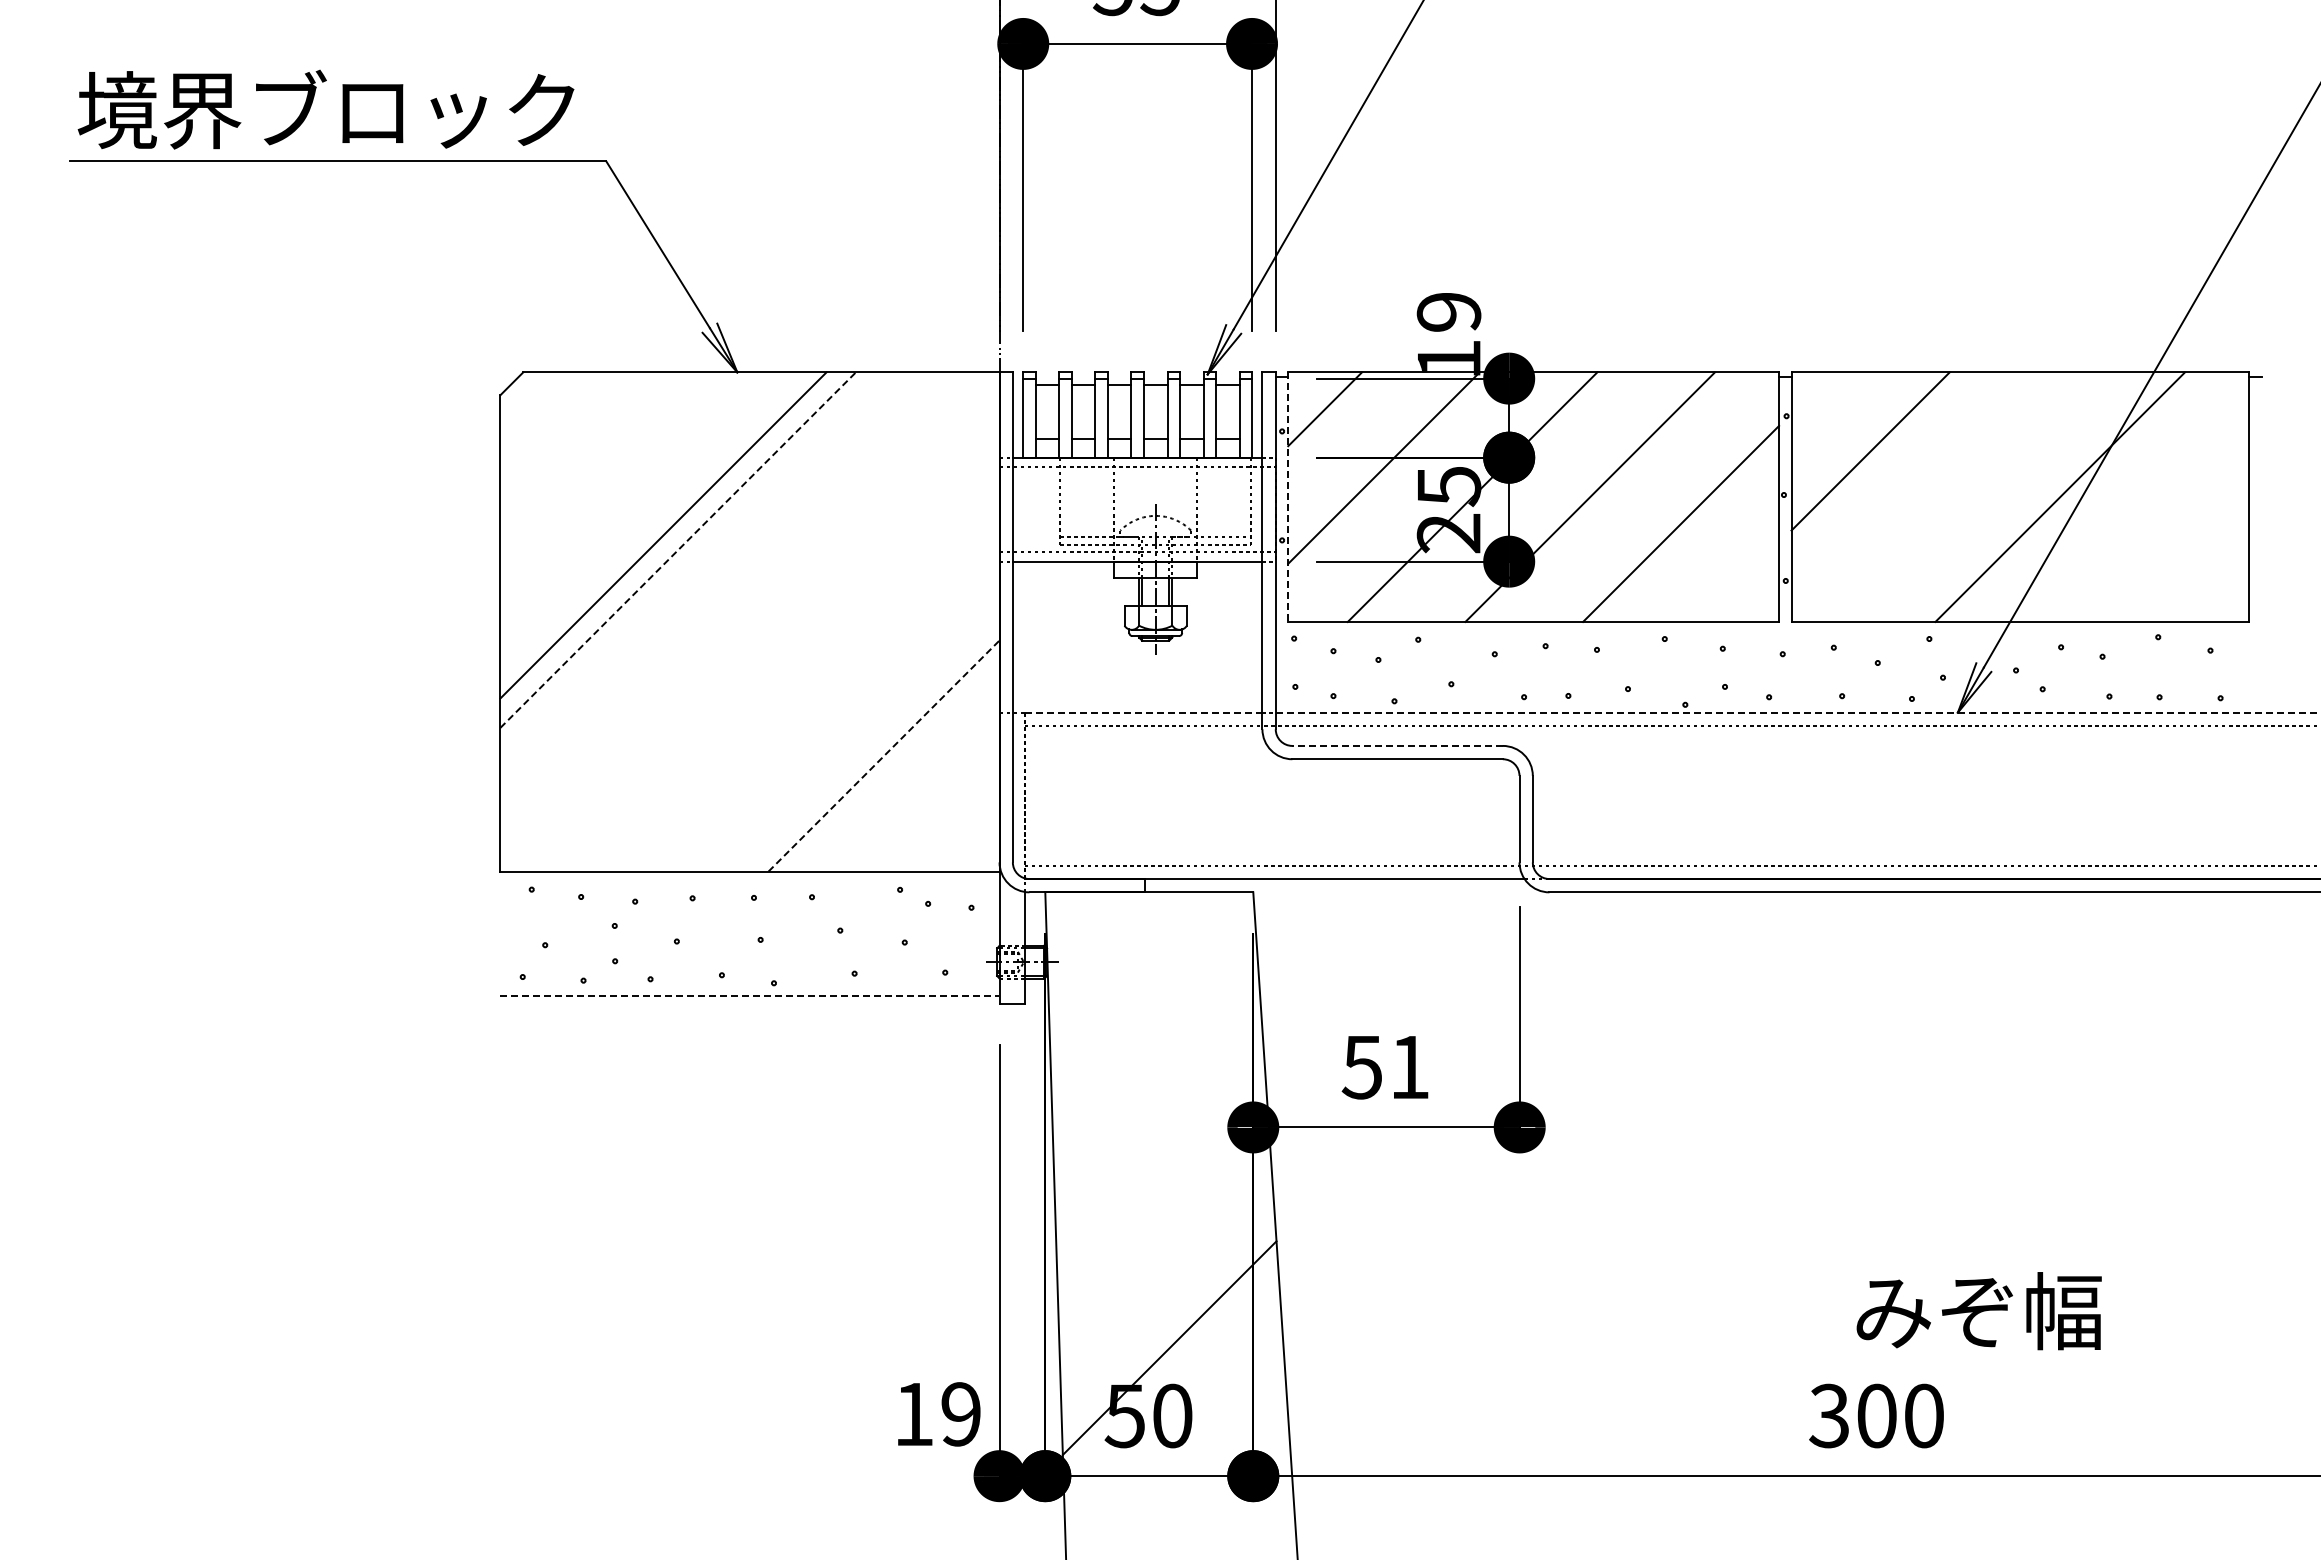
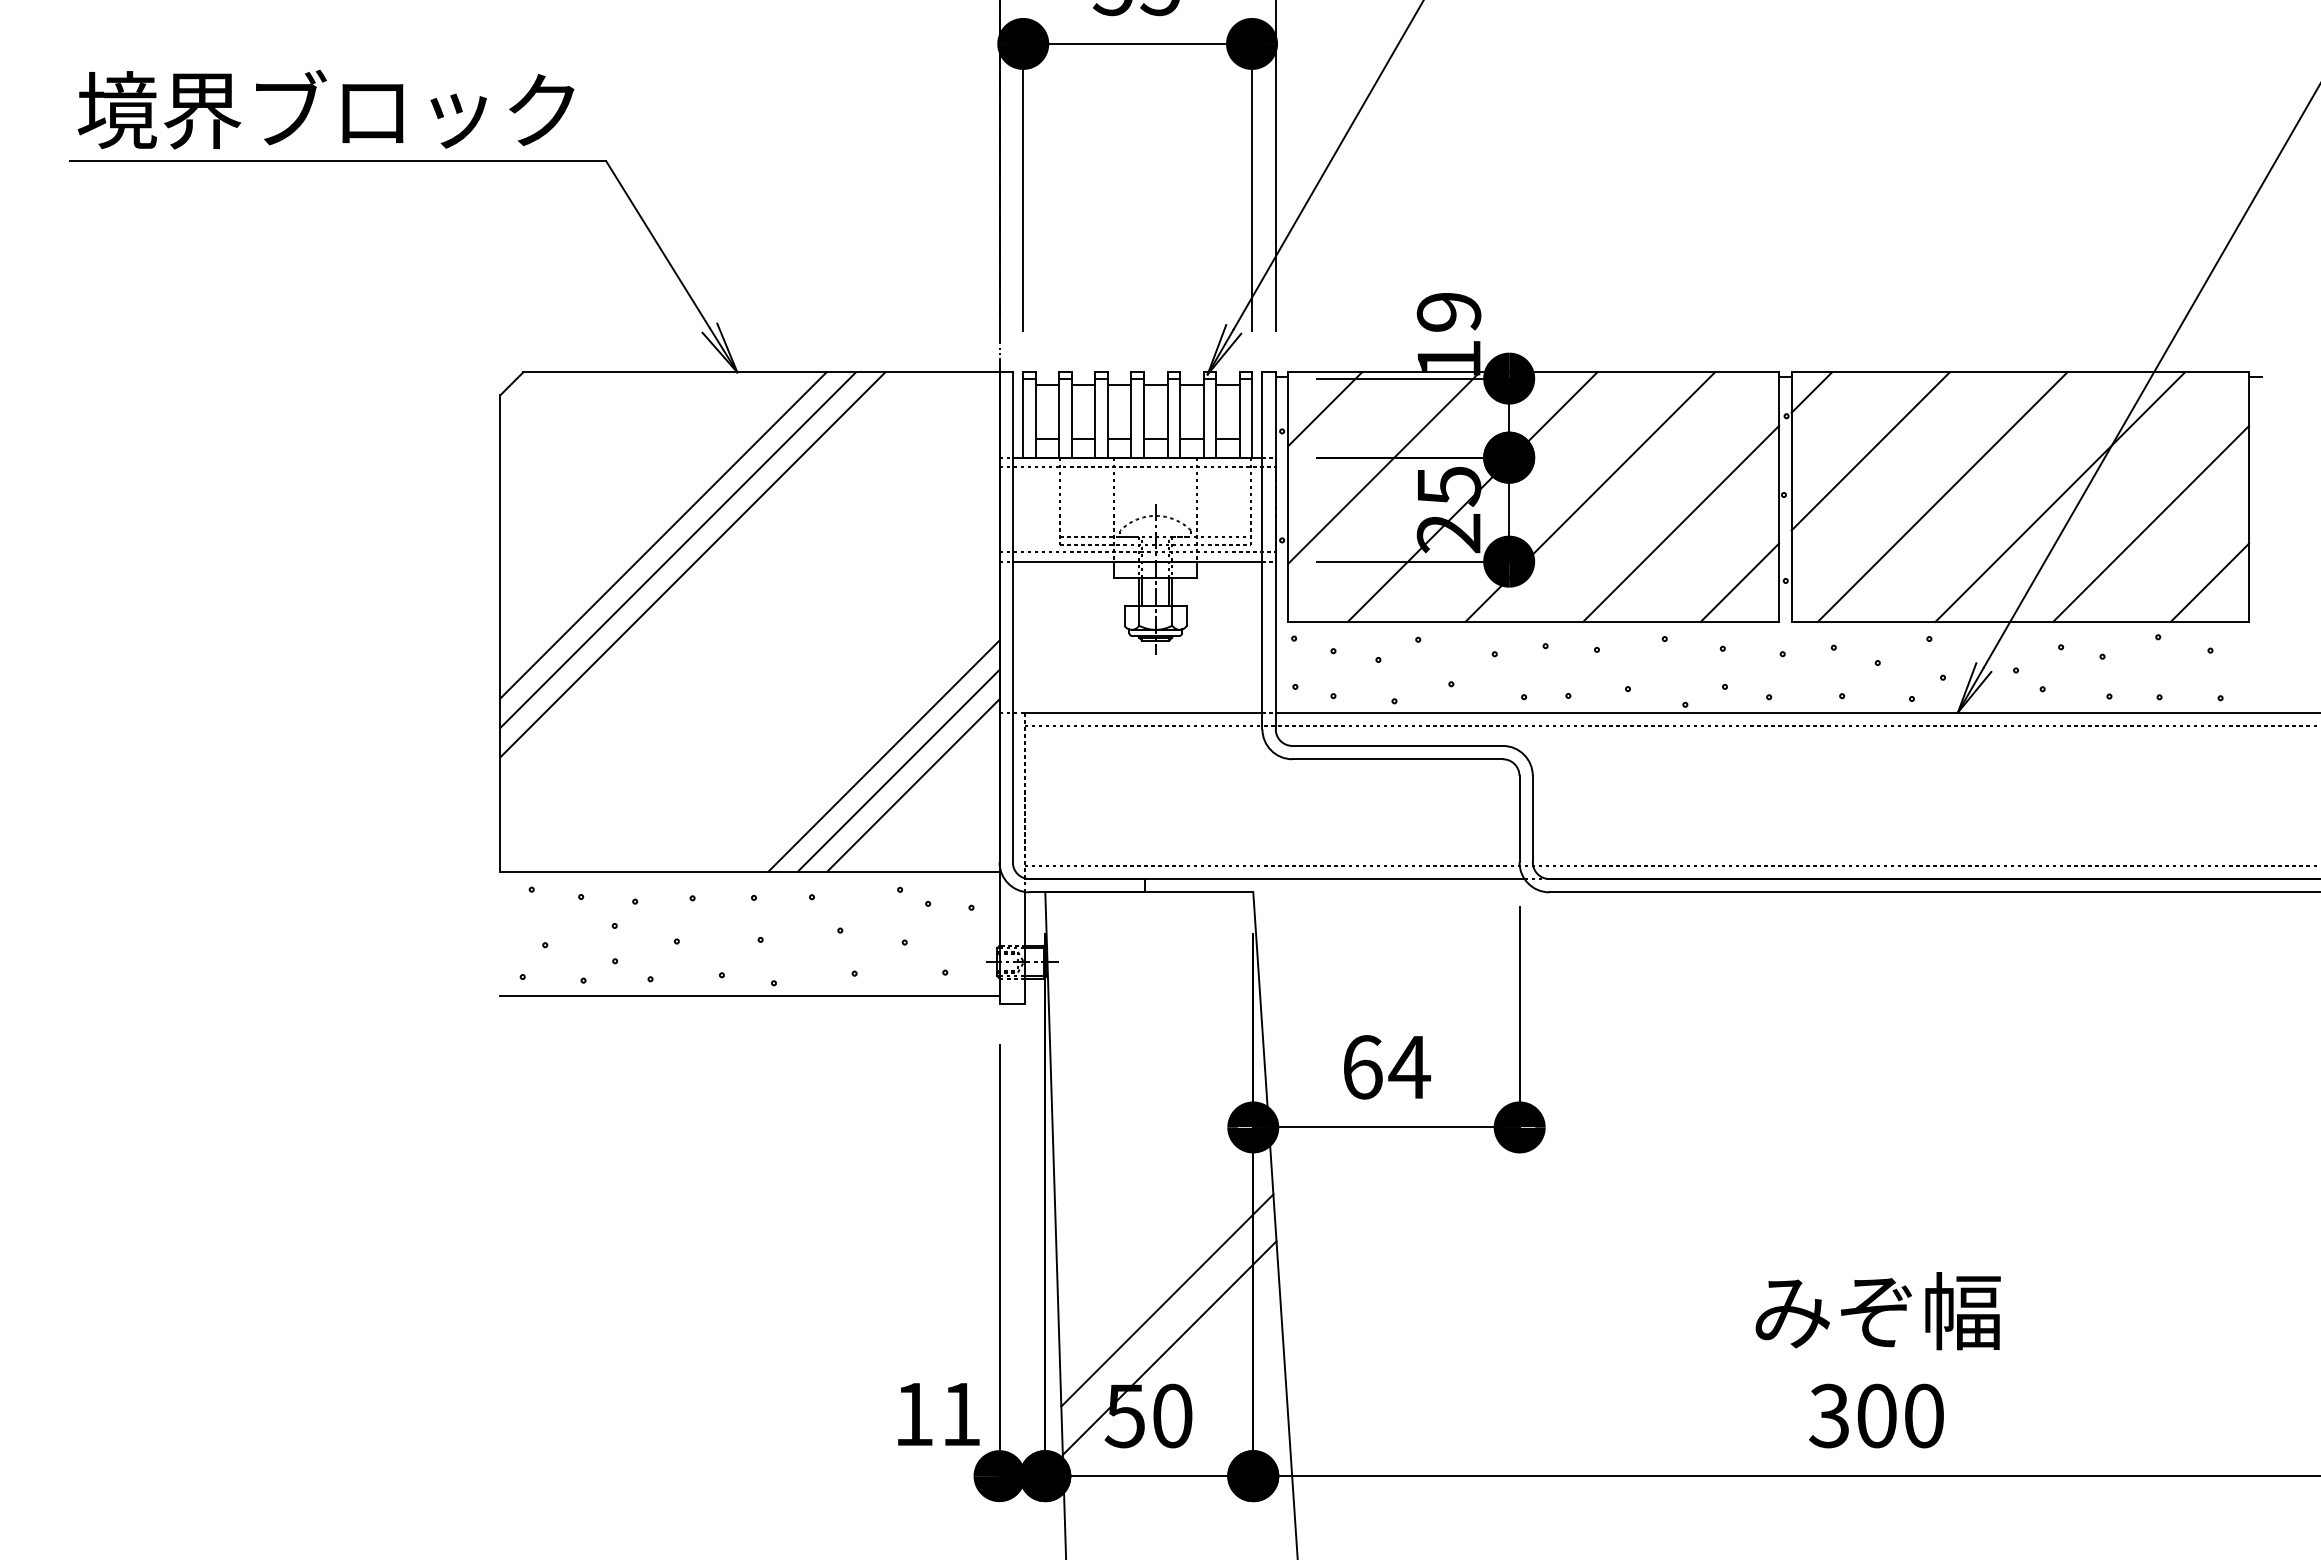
line at (1811, 392): none -> present
line at (1942, 496): none -> present
line at (1288, 497): dashed -> solid
line at (2151, 523): none -> present
line at (678, 549): dashed -> solid
line at (692, 564): none -> present
line at (1739, 582): none -> present
line at (2209, 582): none -> present
line at (1143, 712): dashed -> solid
line at (1798, 712): dashed -> solid
line at (1397, 745): dashed -> solid
line at (884, 755): dashed -> solid
line at (898, 770): none -> present
line at (913, 785): none -> present
line at (749, 996): dashed -> solid
text at (1385, 1067): 51 -> 64
line at (1167, 1300): none -> present
text at (1978, 1311) position: (1978, 1311) -> (1877, 1311)
text at (960, 1414): 19 -> 11
